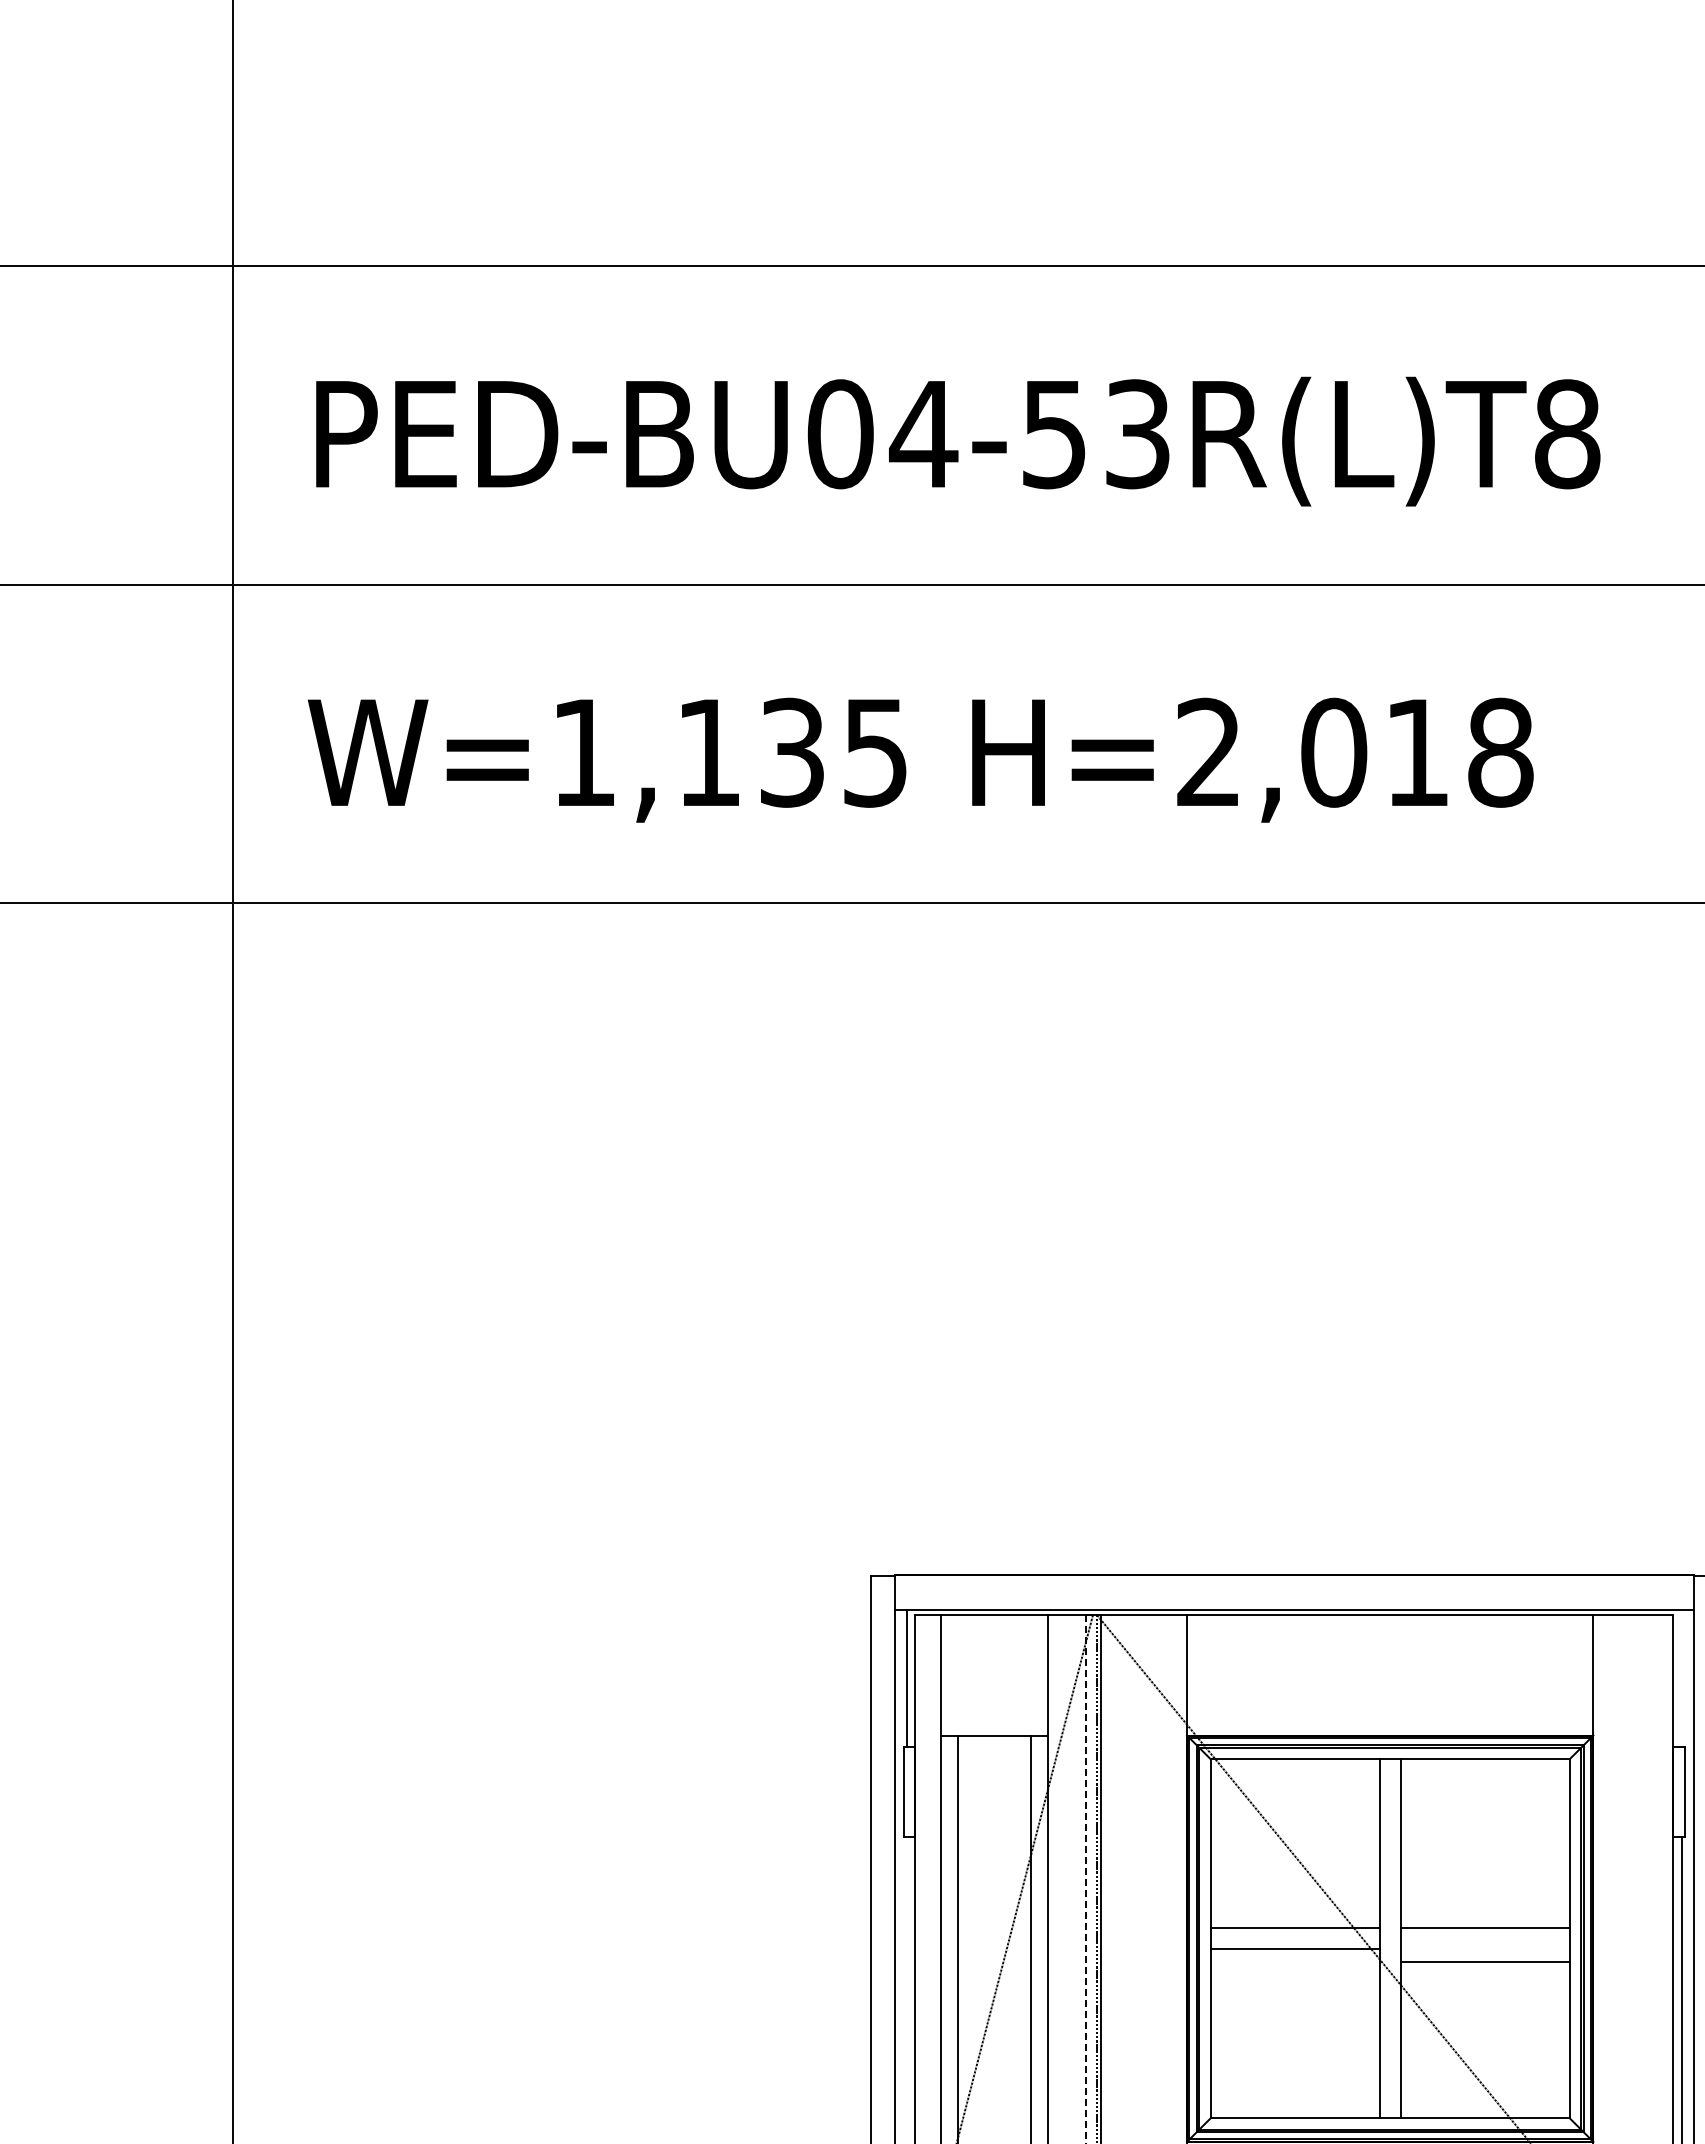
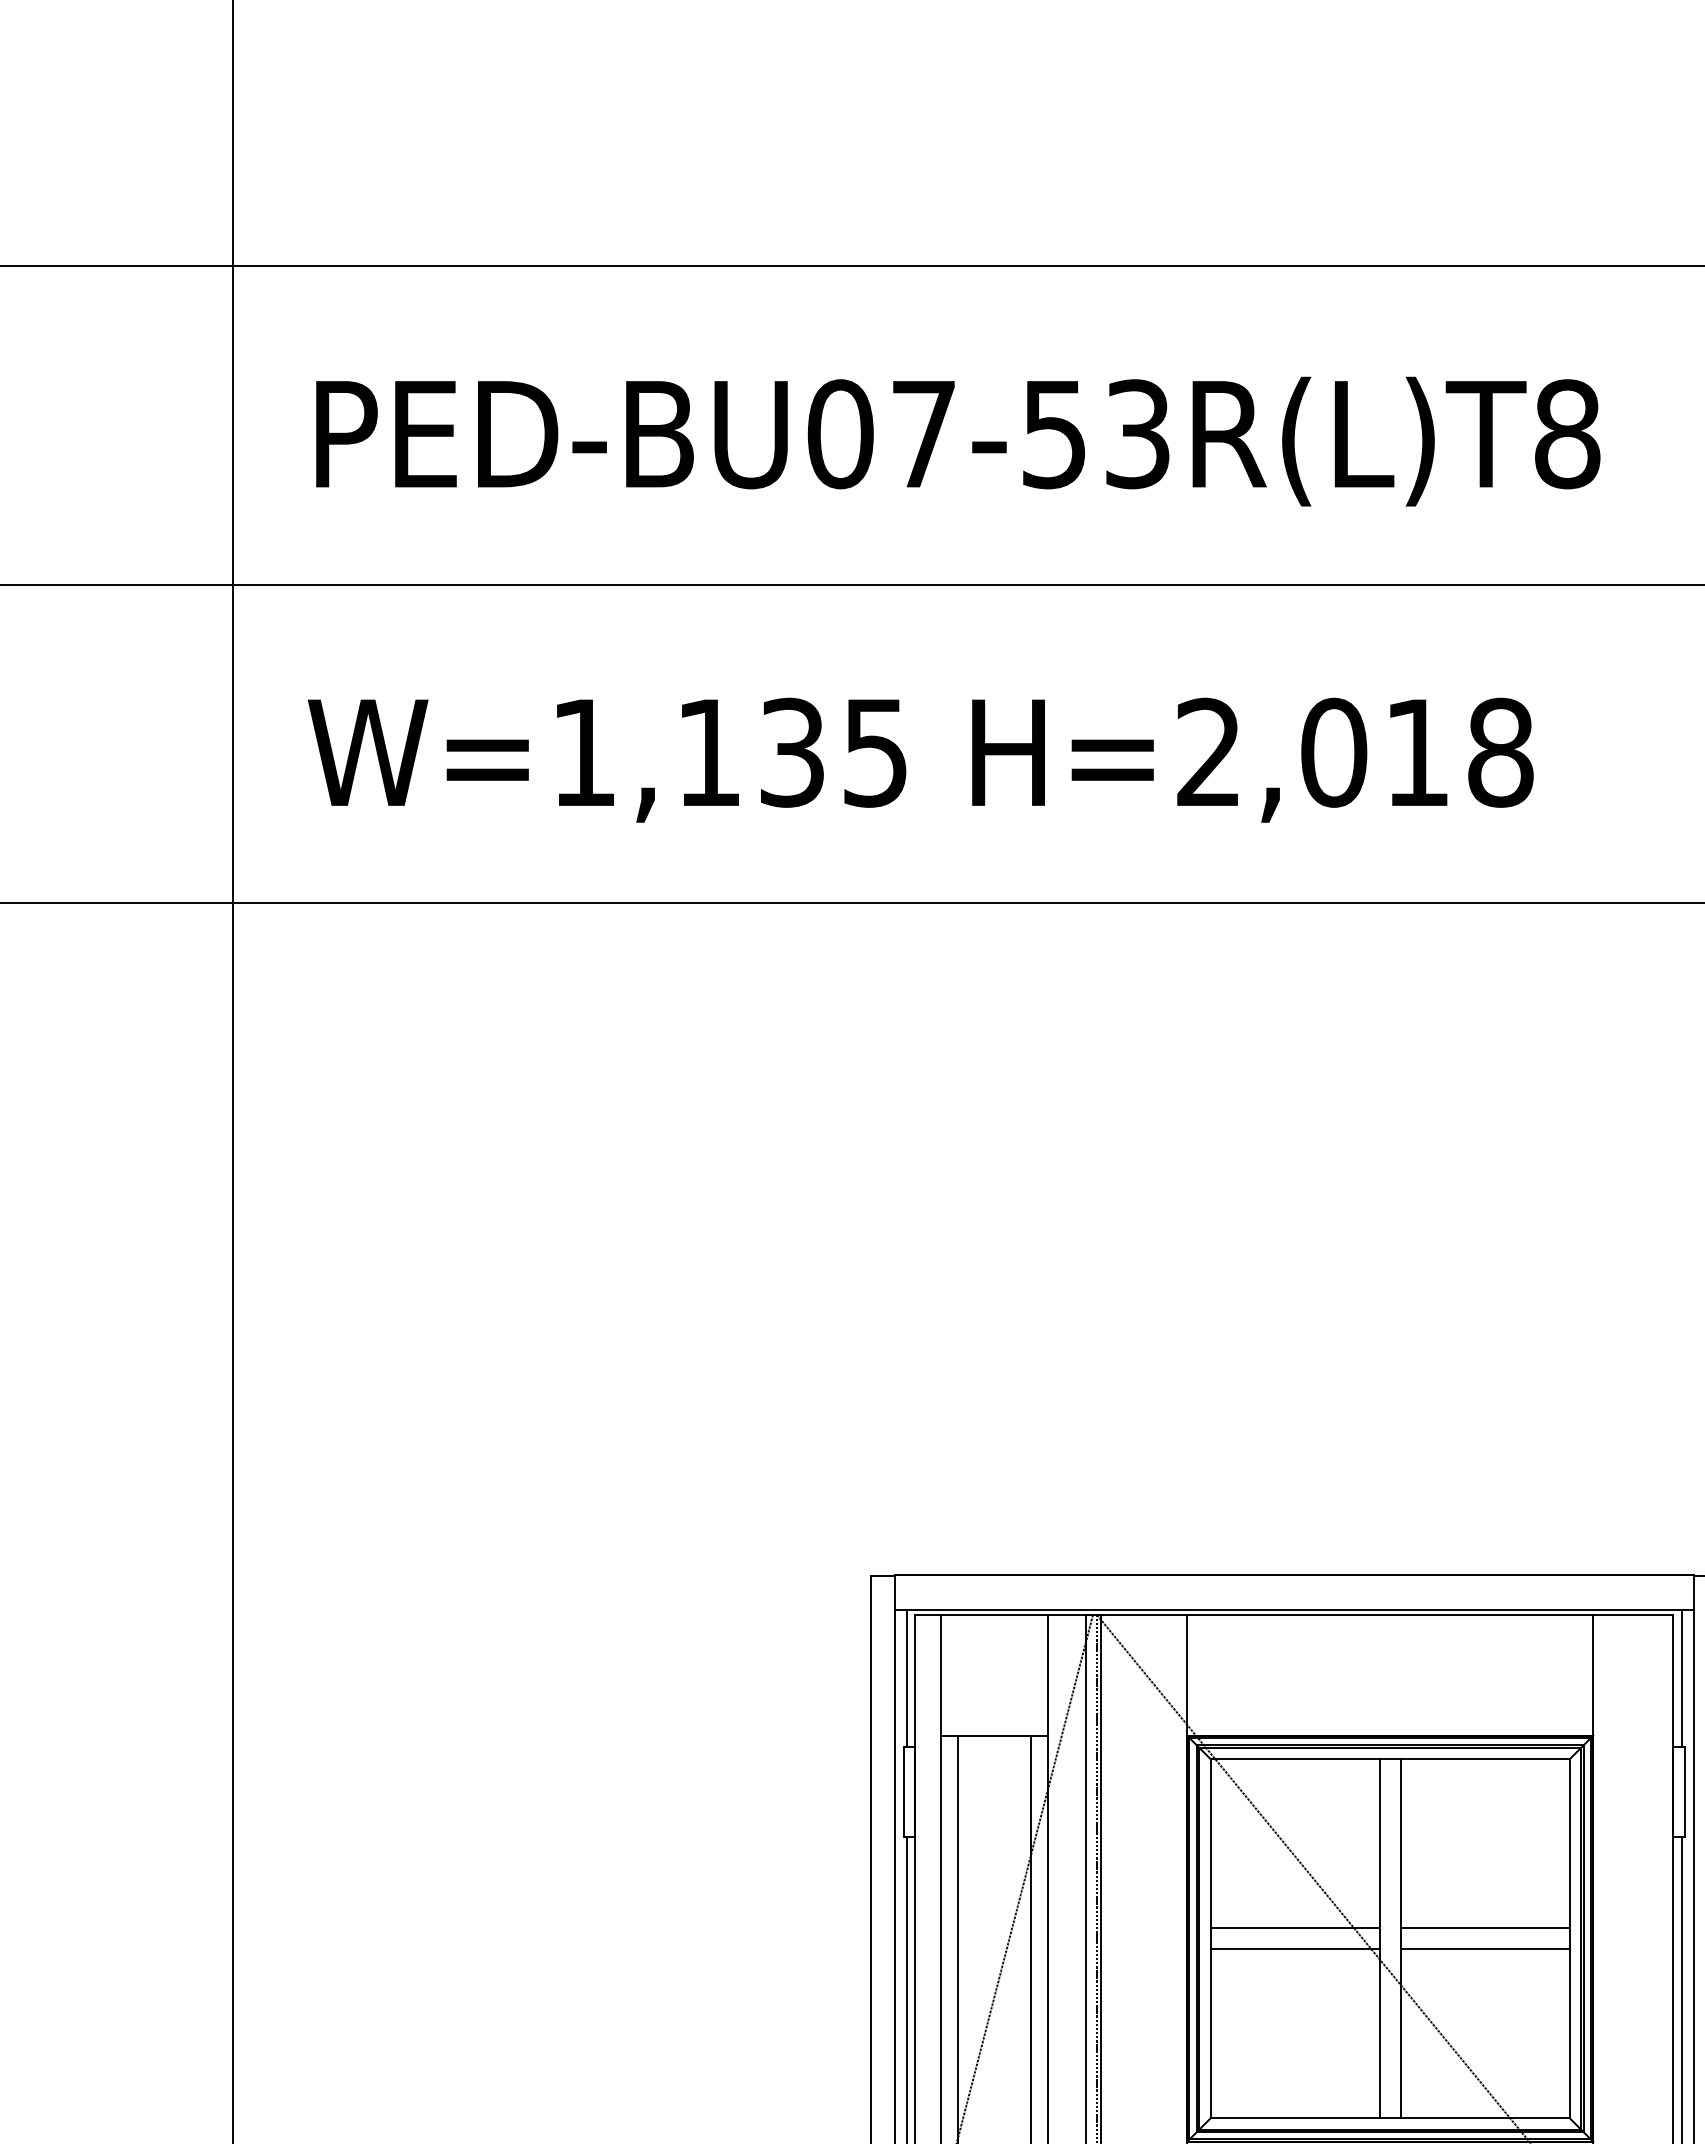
text at (923, 434): PED-BU04-53R(L)T8 -> PED-BU07-53R(L)T8
line at (1681, 1678): none -> present
line at (1085, 1879): dashed -> solid
line at (1484, 1962) position: (1484, 1962) -> (1484, 1949)
line at (906, 1988): none -> present
